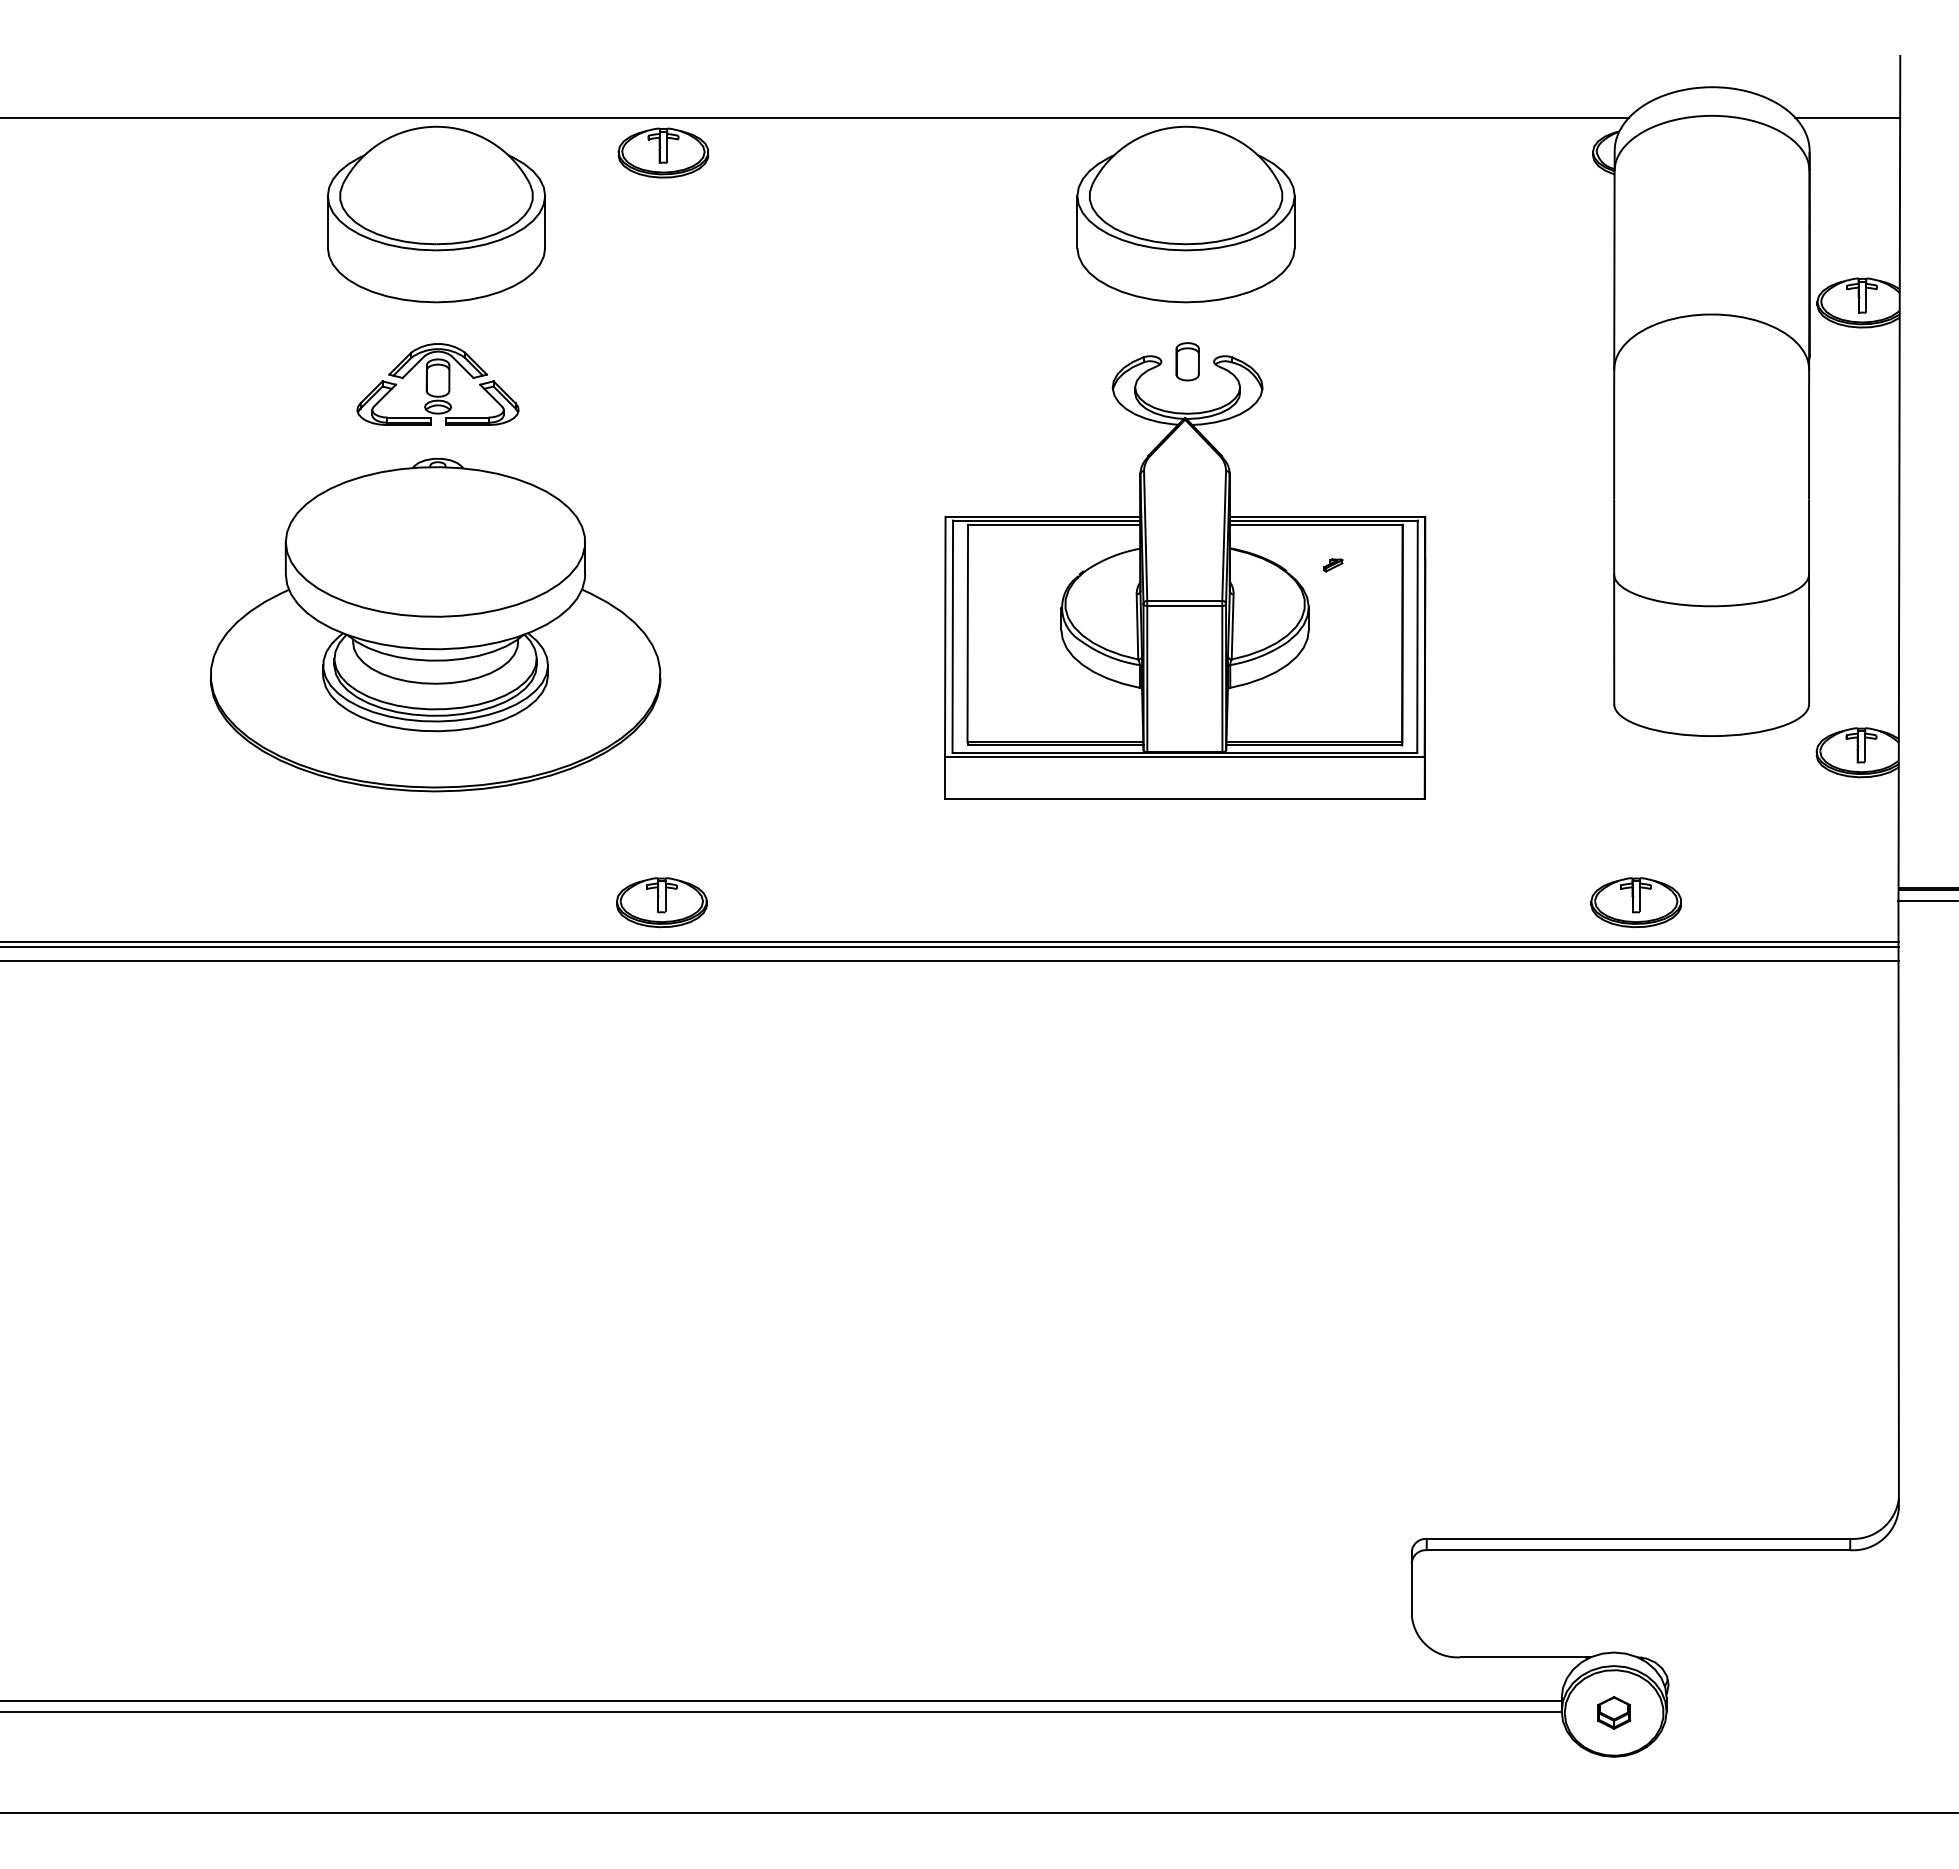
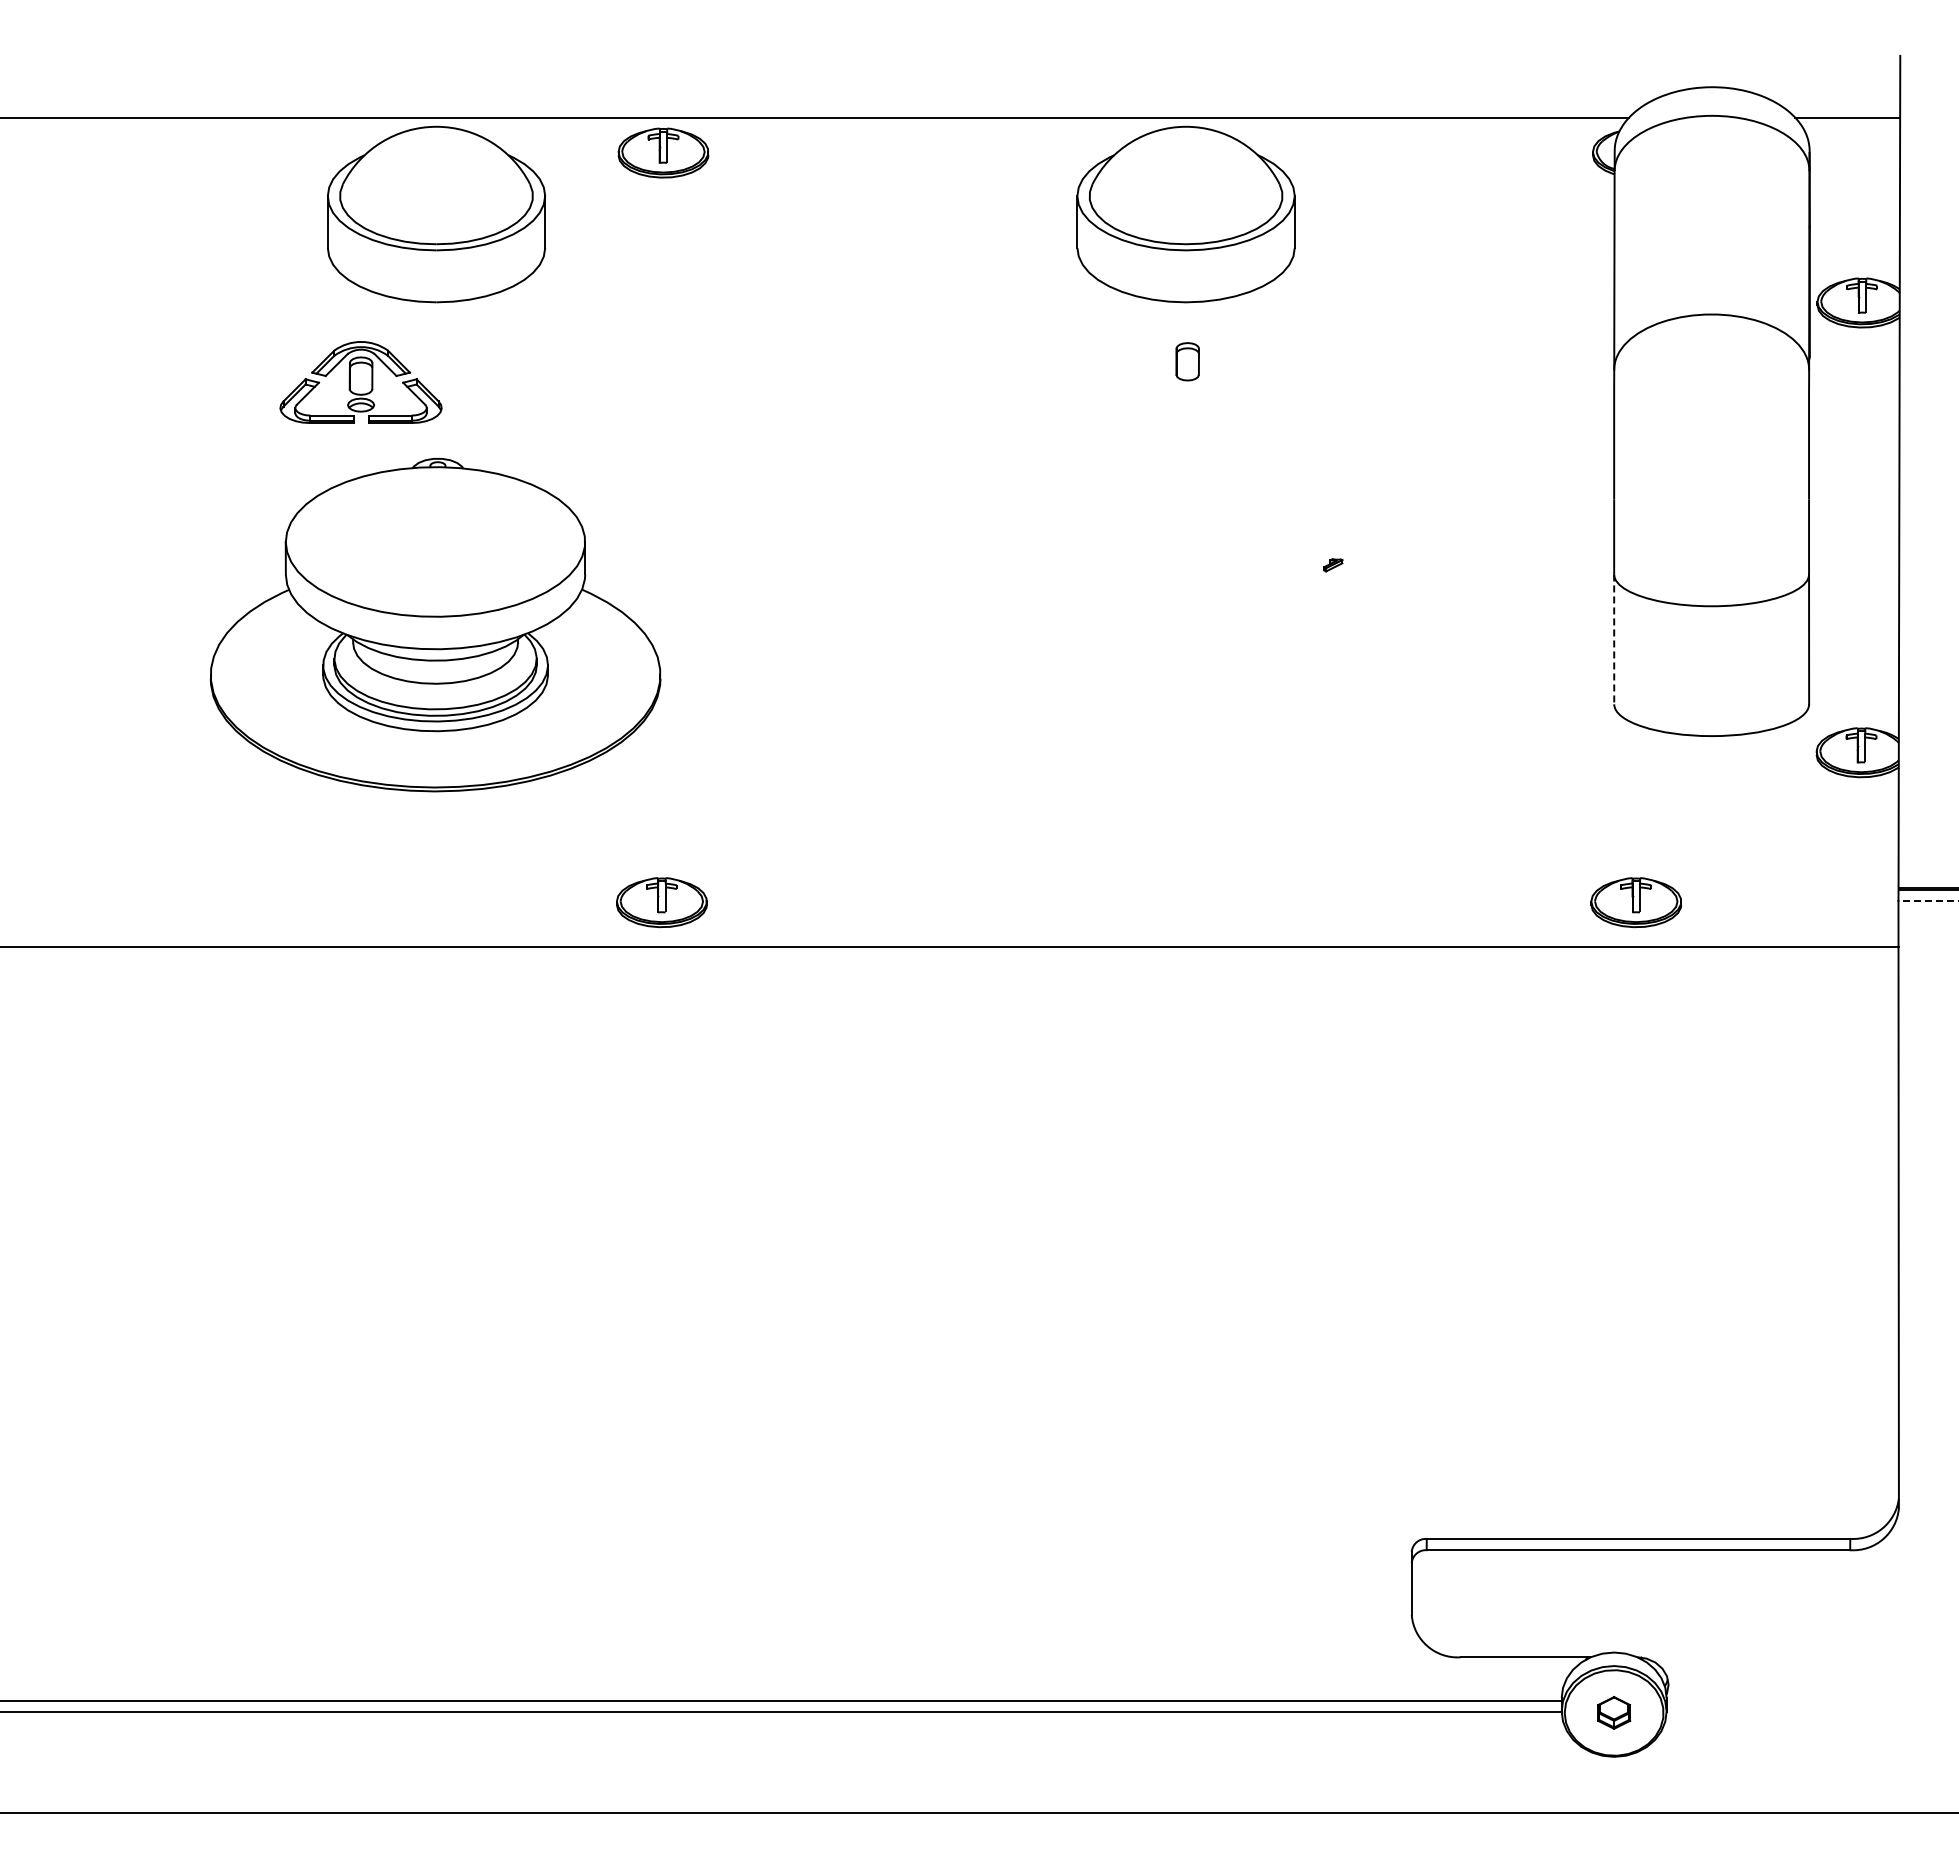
part at (437, 384) position: (437, 384) -> (360, 382)
part at (1185, 577): present -> none
line at (1614, 639): solid -> dashed
line at (1928, 901): solid -> dashed
line at (950, 942): present -> none
line at (950, 960): present -> none
